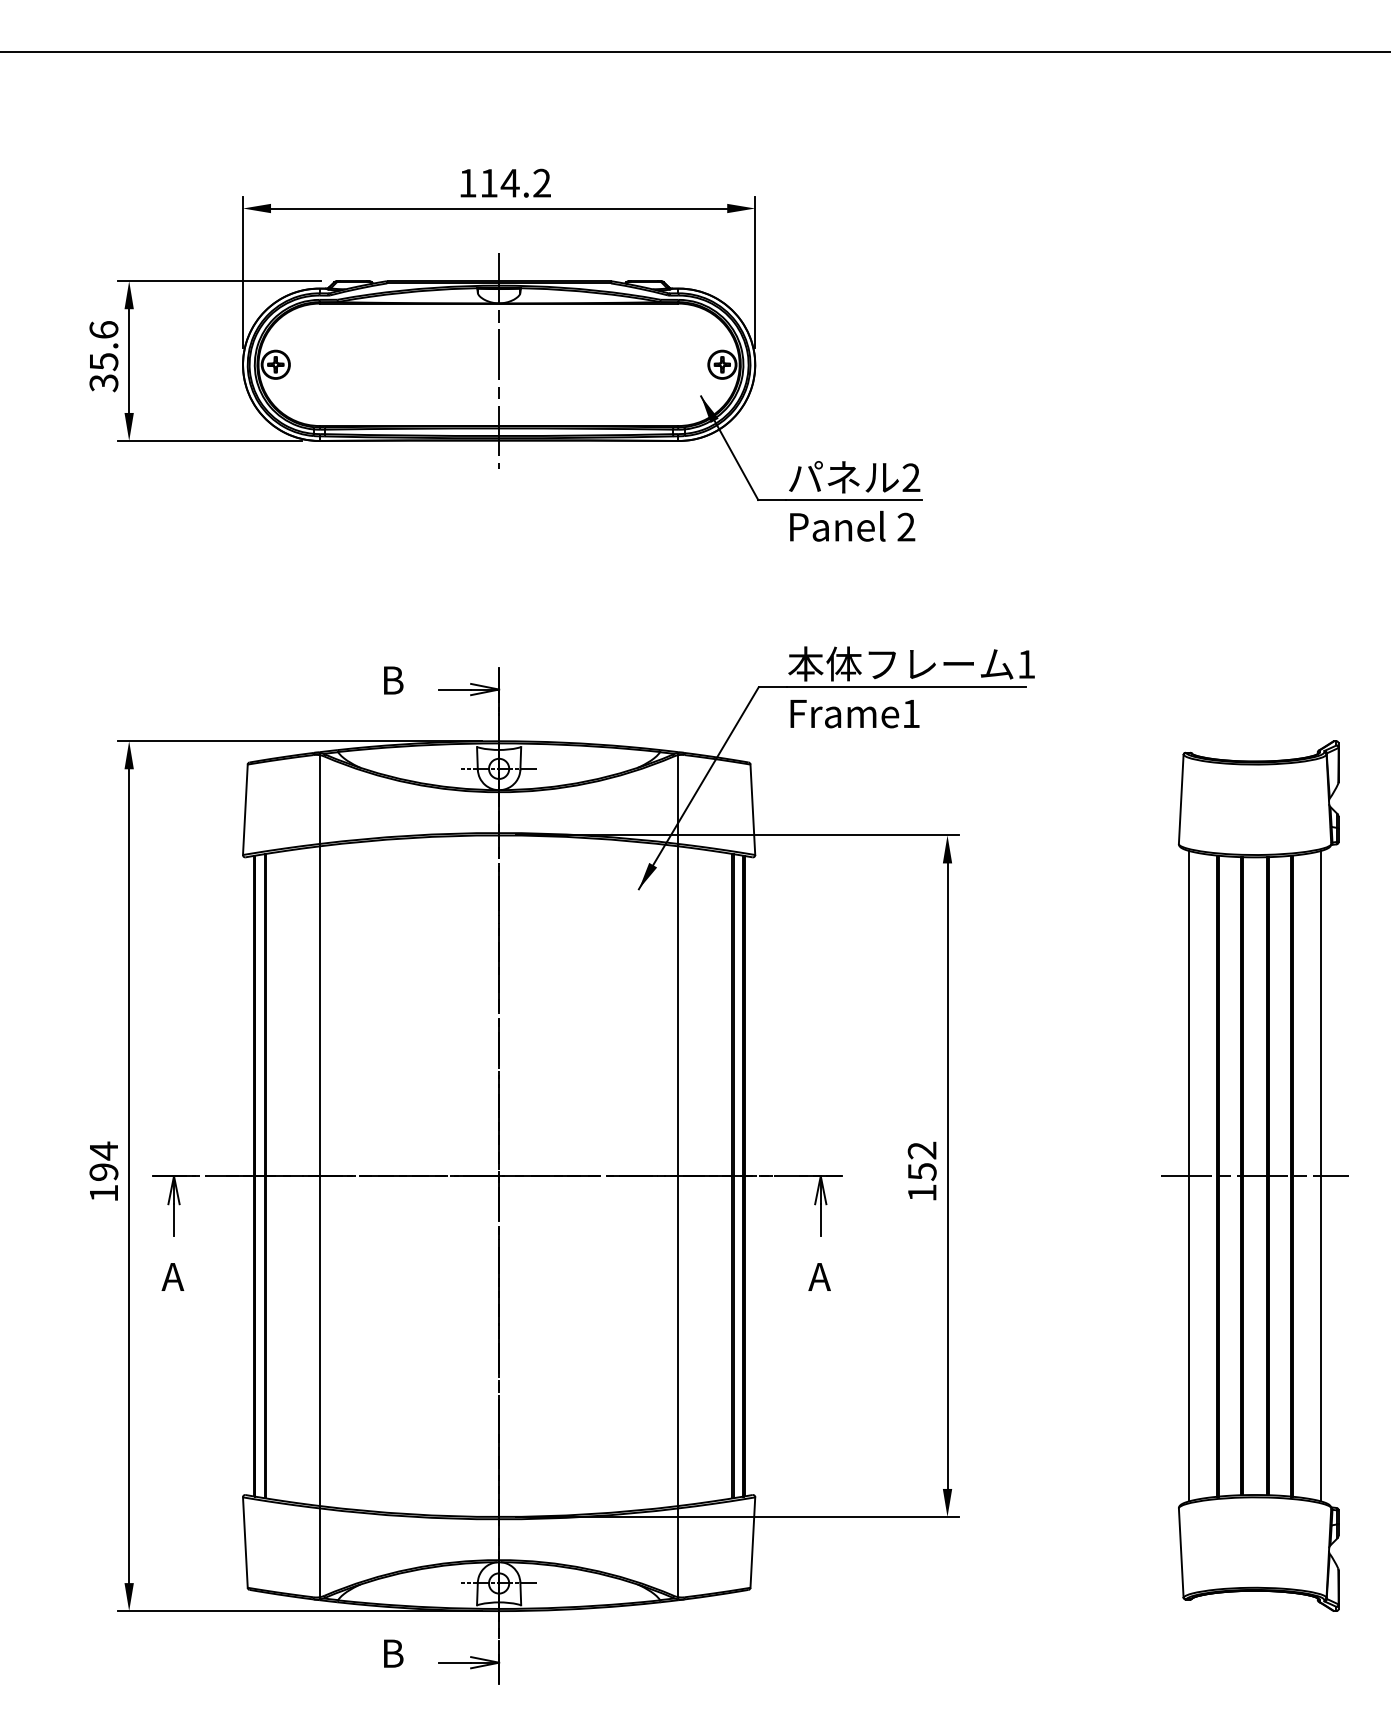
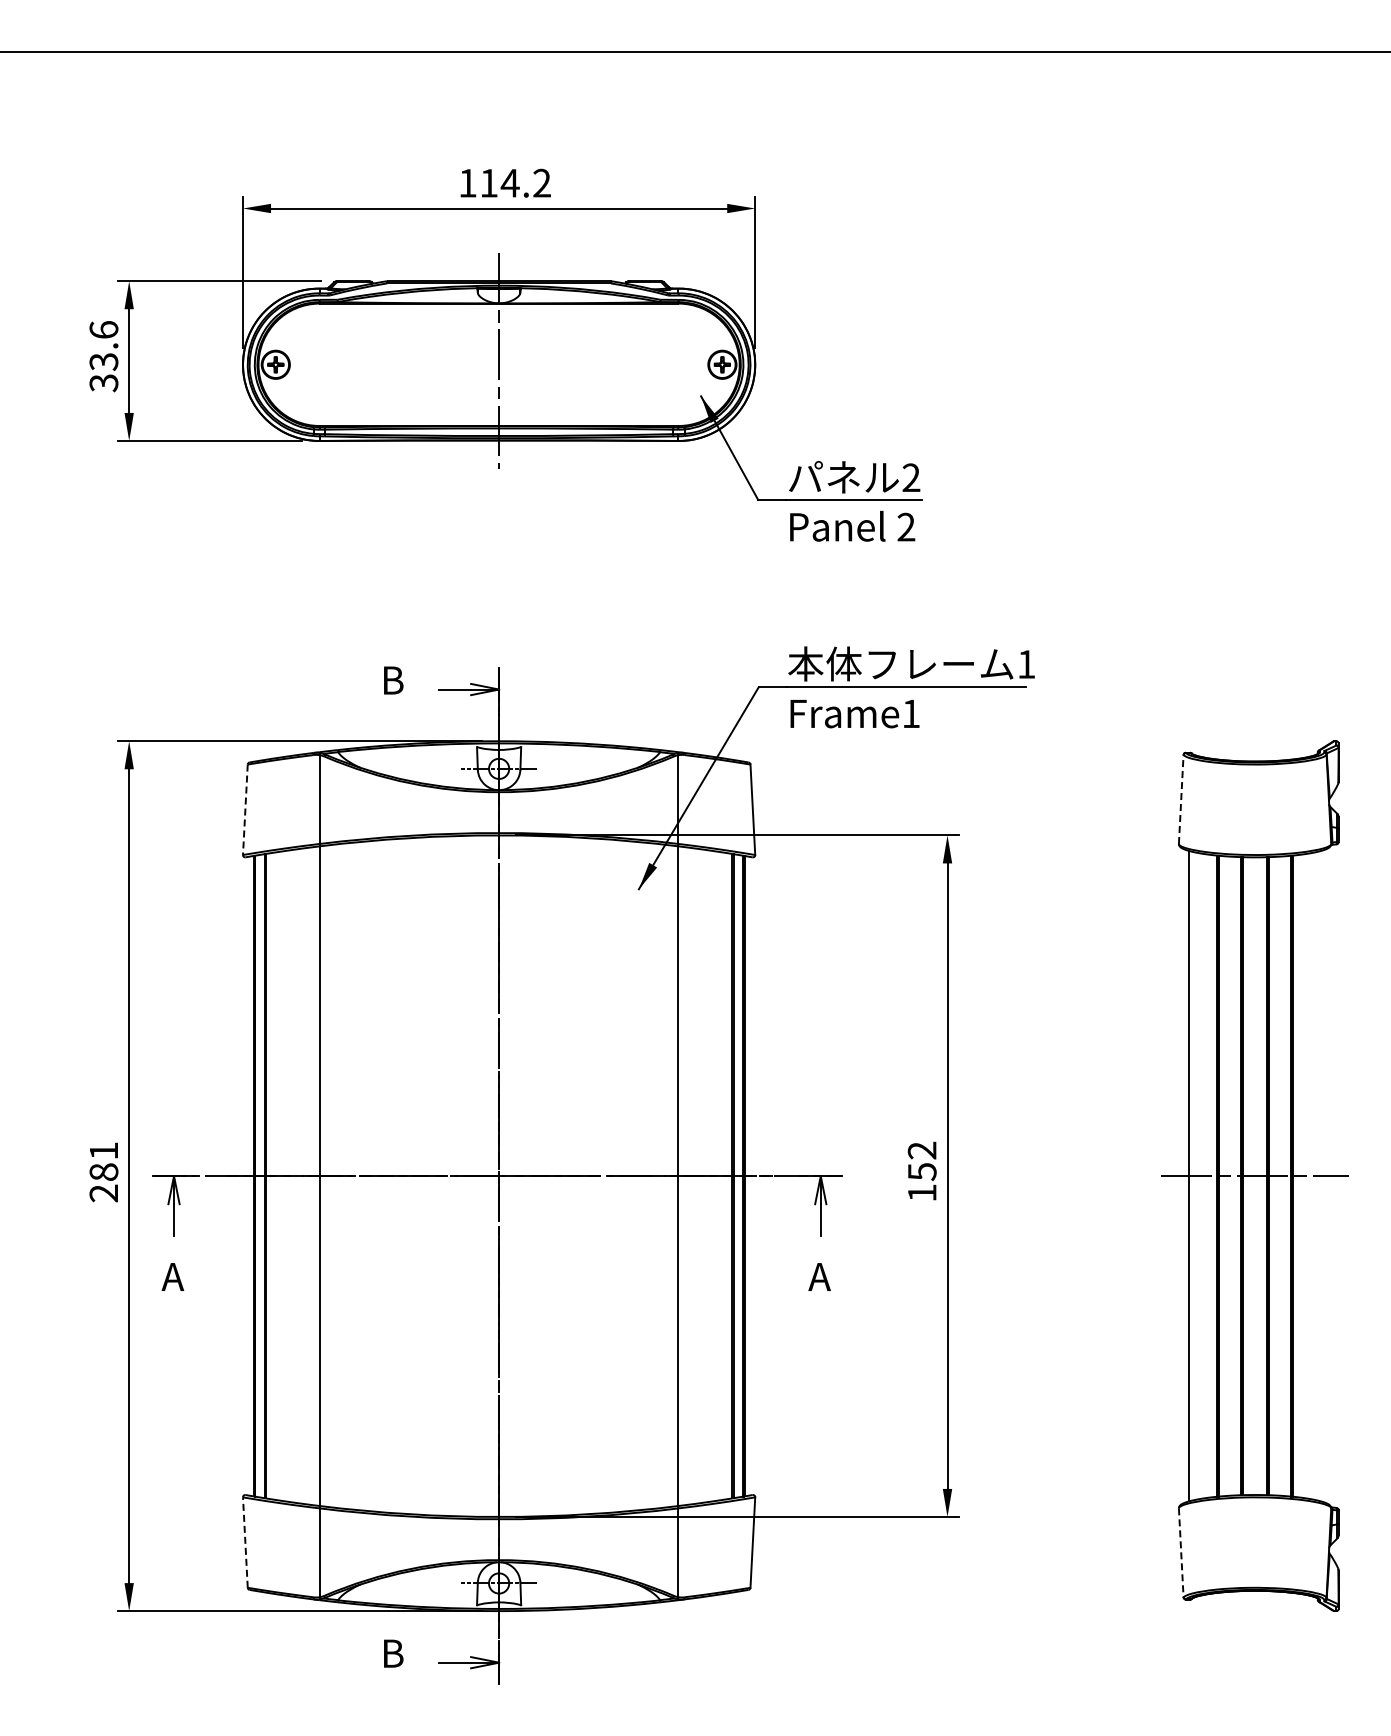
text at (103, 361): 35.6 -> 33.6
line at (1181, 799): solid -> dashed
line at (245, 810): solid -> dashed
text at (103, 1171): 194 -> 281
line at (1321, 1175): present -> none
line at (245, 1542): solid -> dashed
line at (1181, 1553): solid -> dashed
